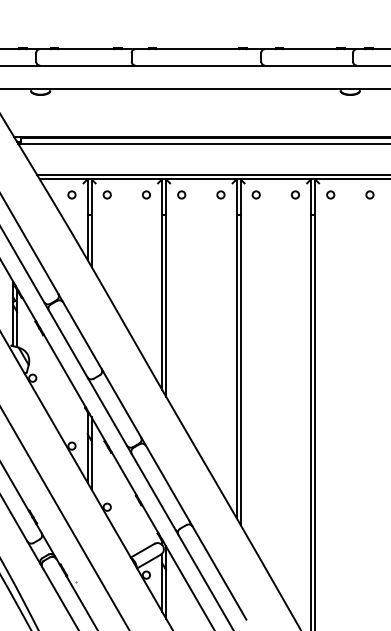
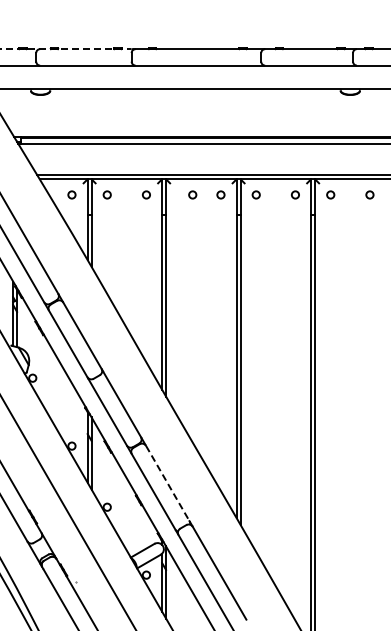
line at (66, 49): solid -> dashed
circle at (181, 194) position: (181, 194) -> (192, 194)
line at (167, 483): solid -> dashed
line at (64, 518) position: (64, 518) -> (68, 512)
